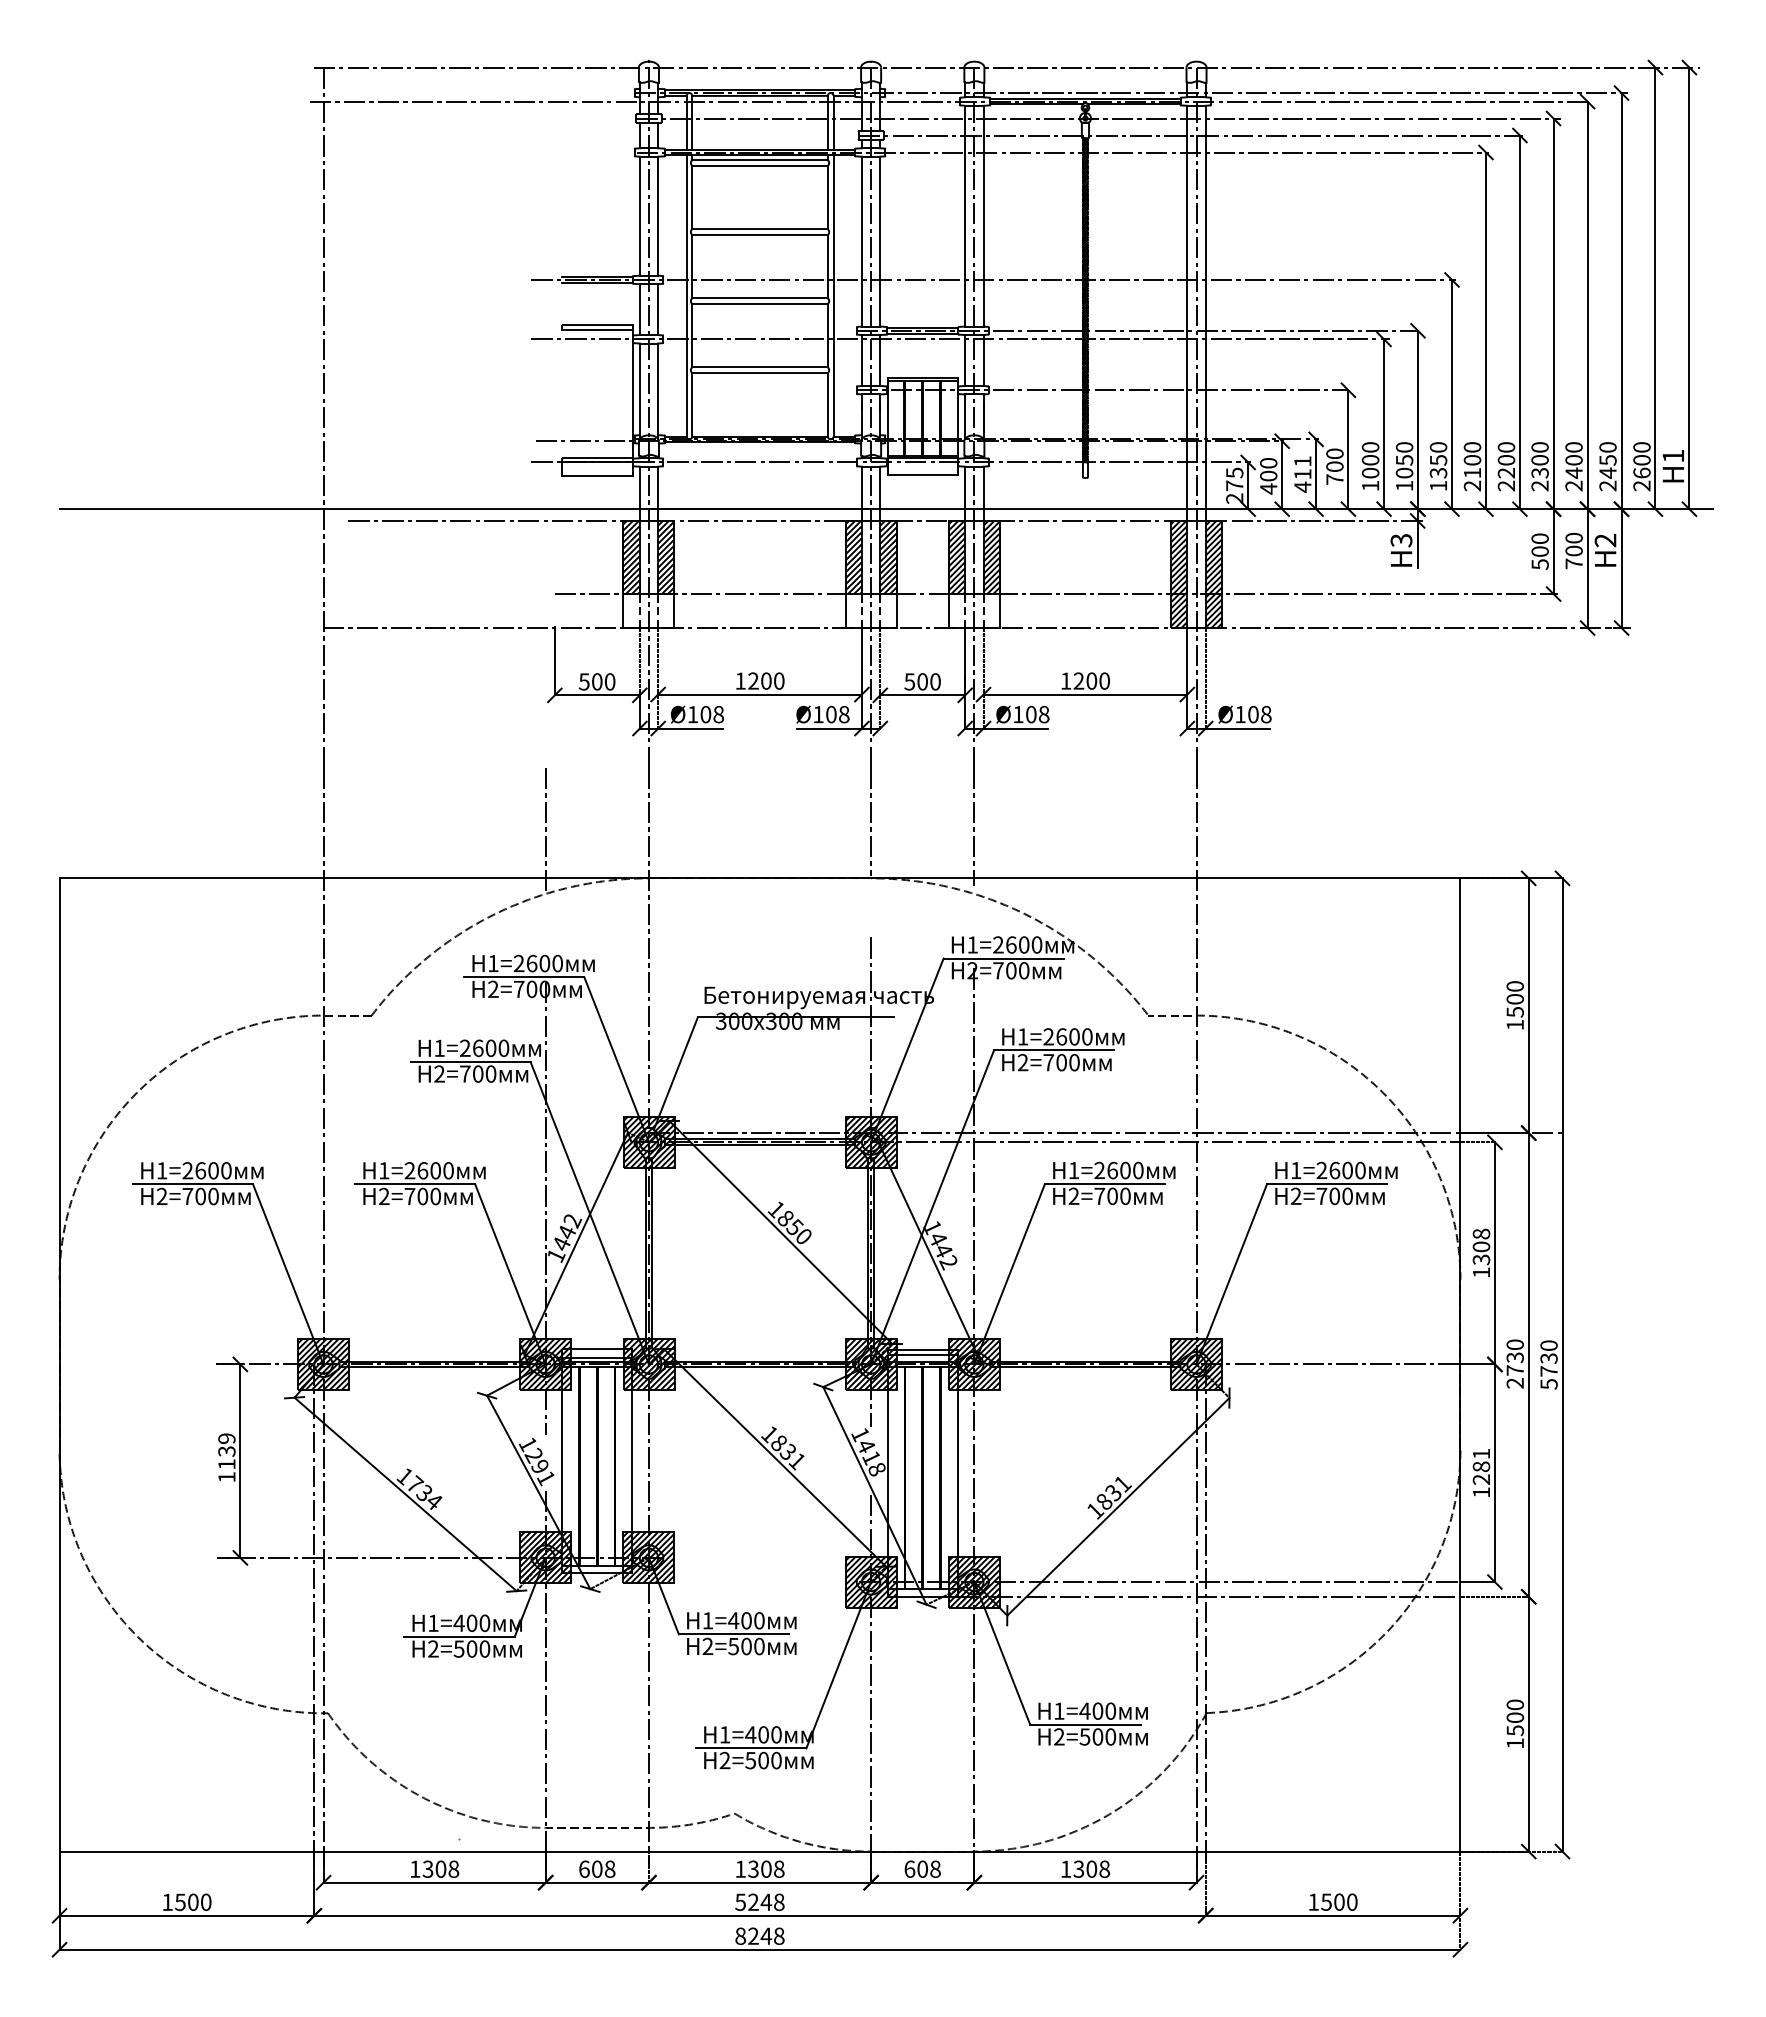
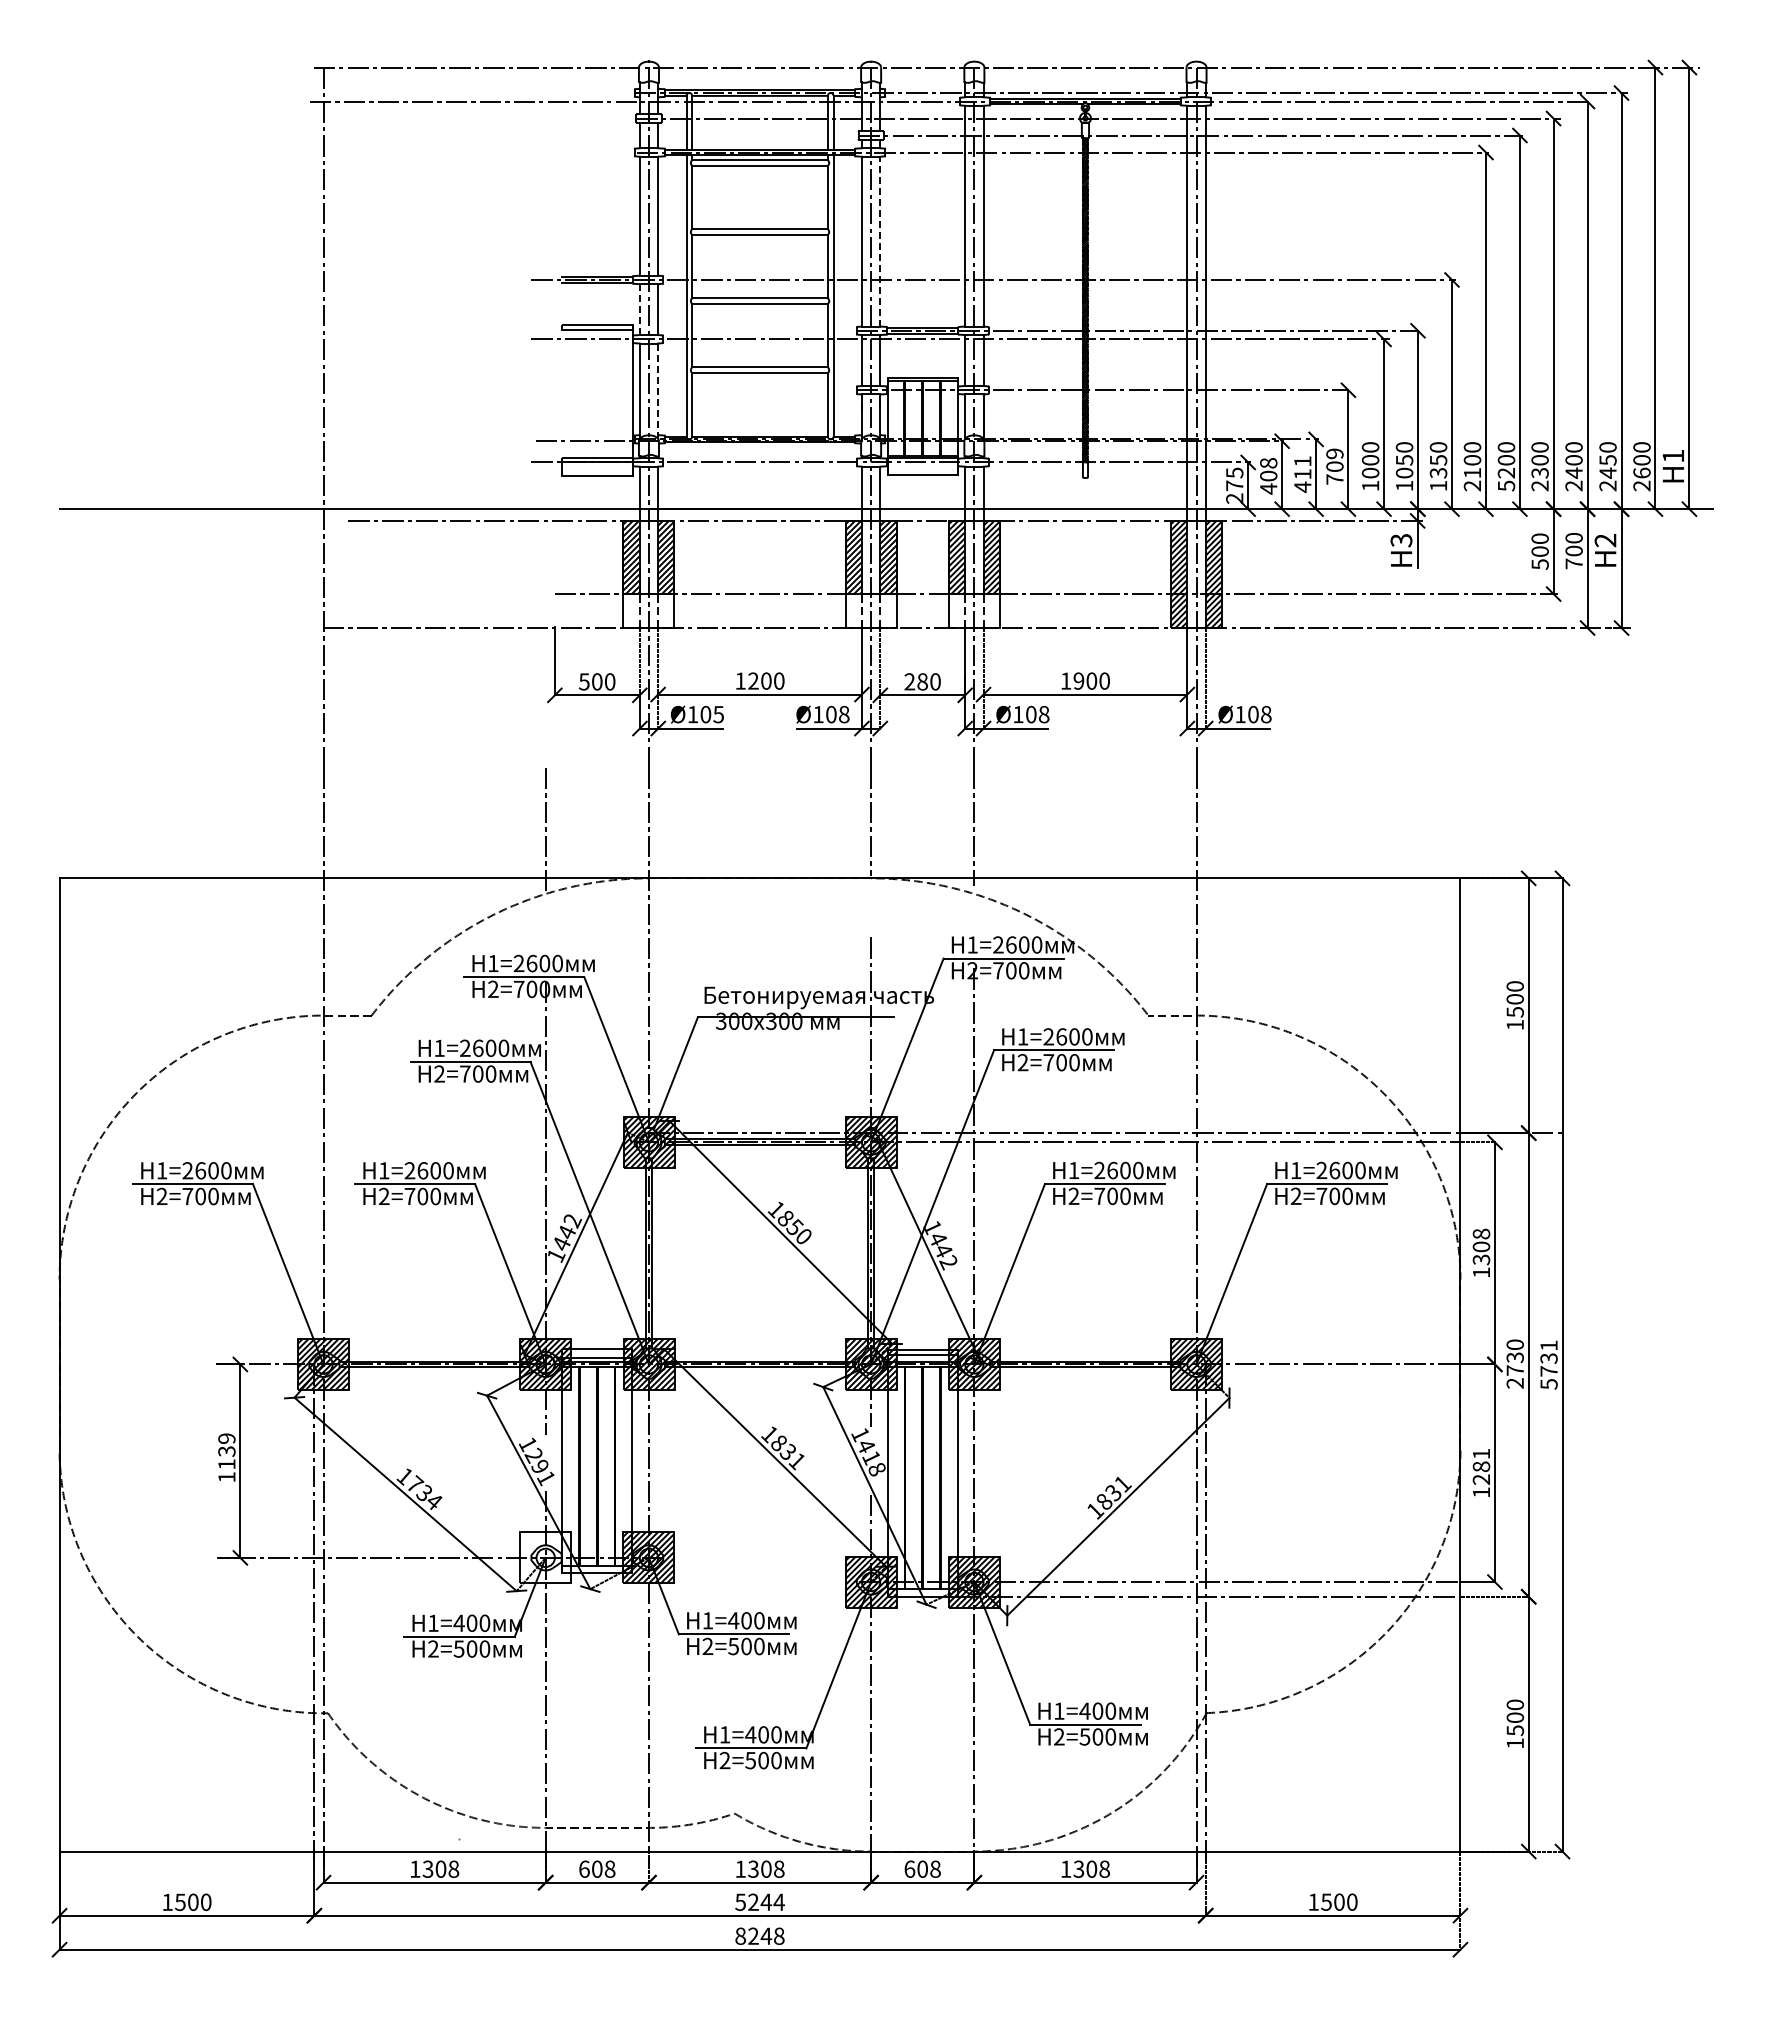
line at (880, 241): solid -> dashed
line at (639, 309): solid -> dashed
line at (658, 391): solid -> dashed
text at (1334, 453): 700 -> 709
text at (1268, 463): 400 -> 408
text at (1506, 485): 2200 -> 5200
text at (1078, 680): 1200 -> 1900
text at (915, 681): 500 -> 280
text at (718, 714): Ø108 -> Ø105
text at (1548, 1345): 5730 -> 5731
hatch at (545, 1557): present -> none
text at (778, 1901): 5248 -> 5244
